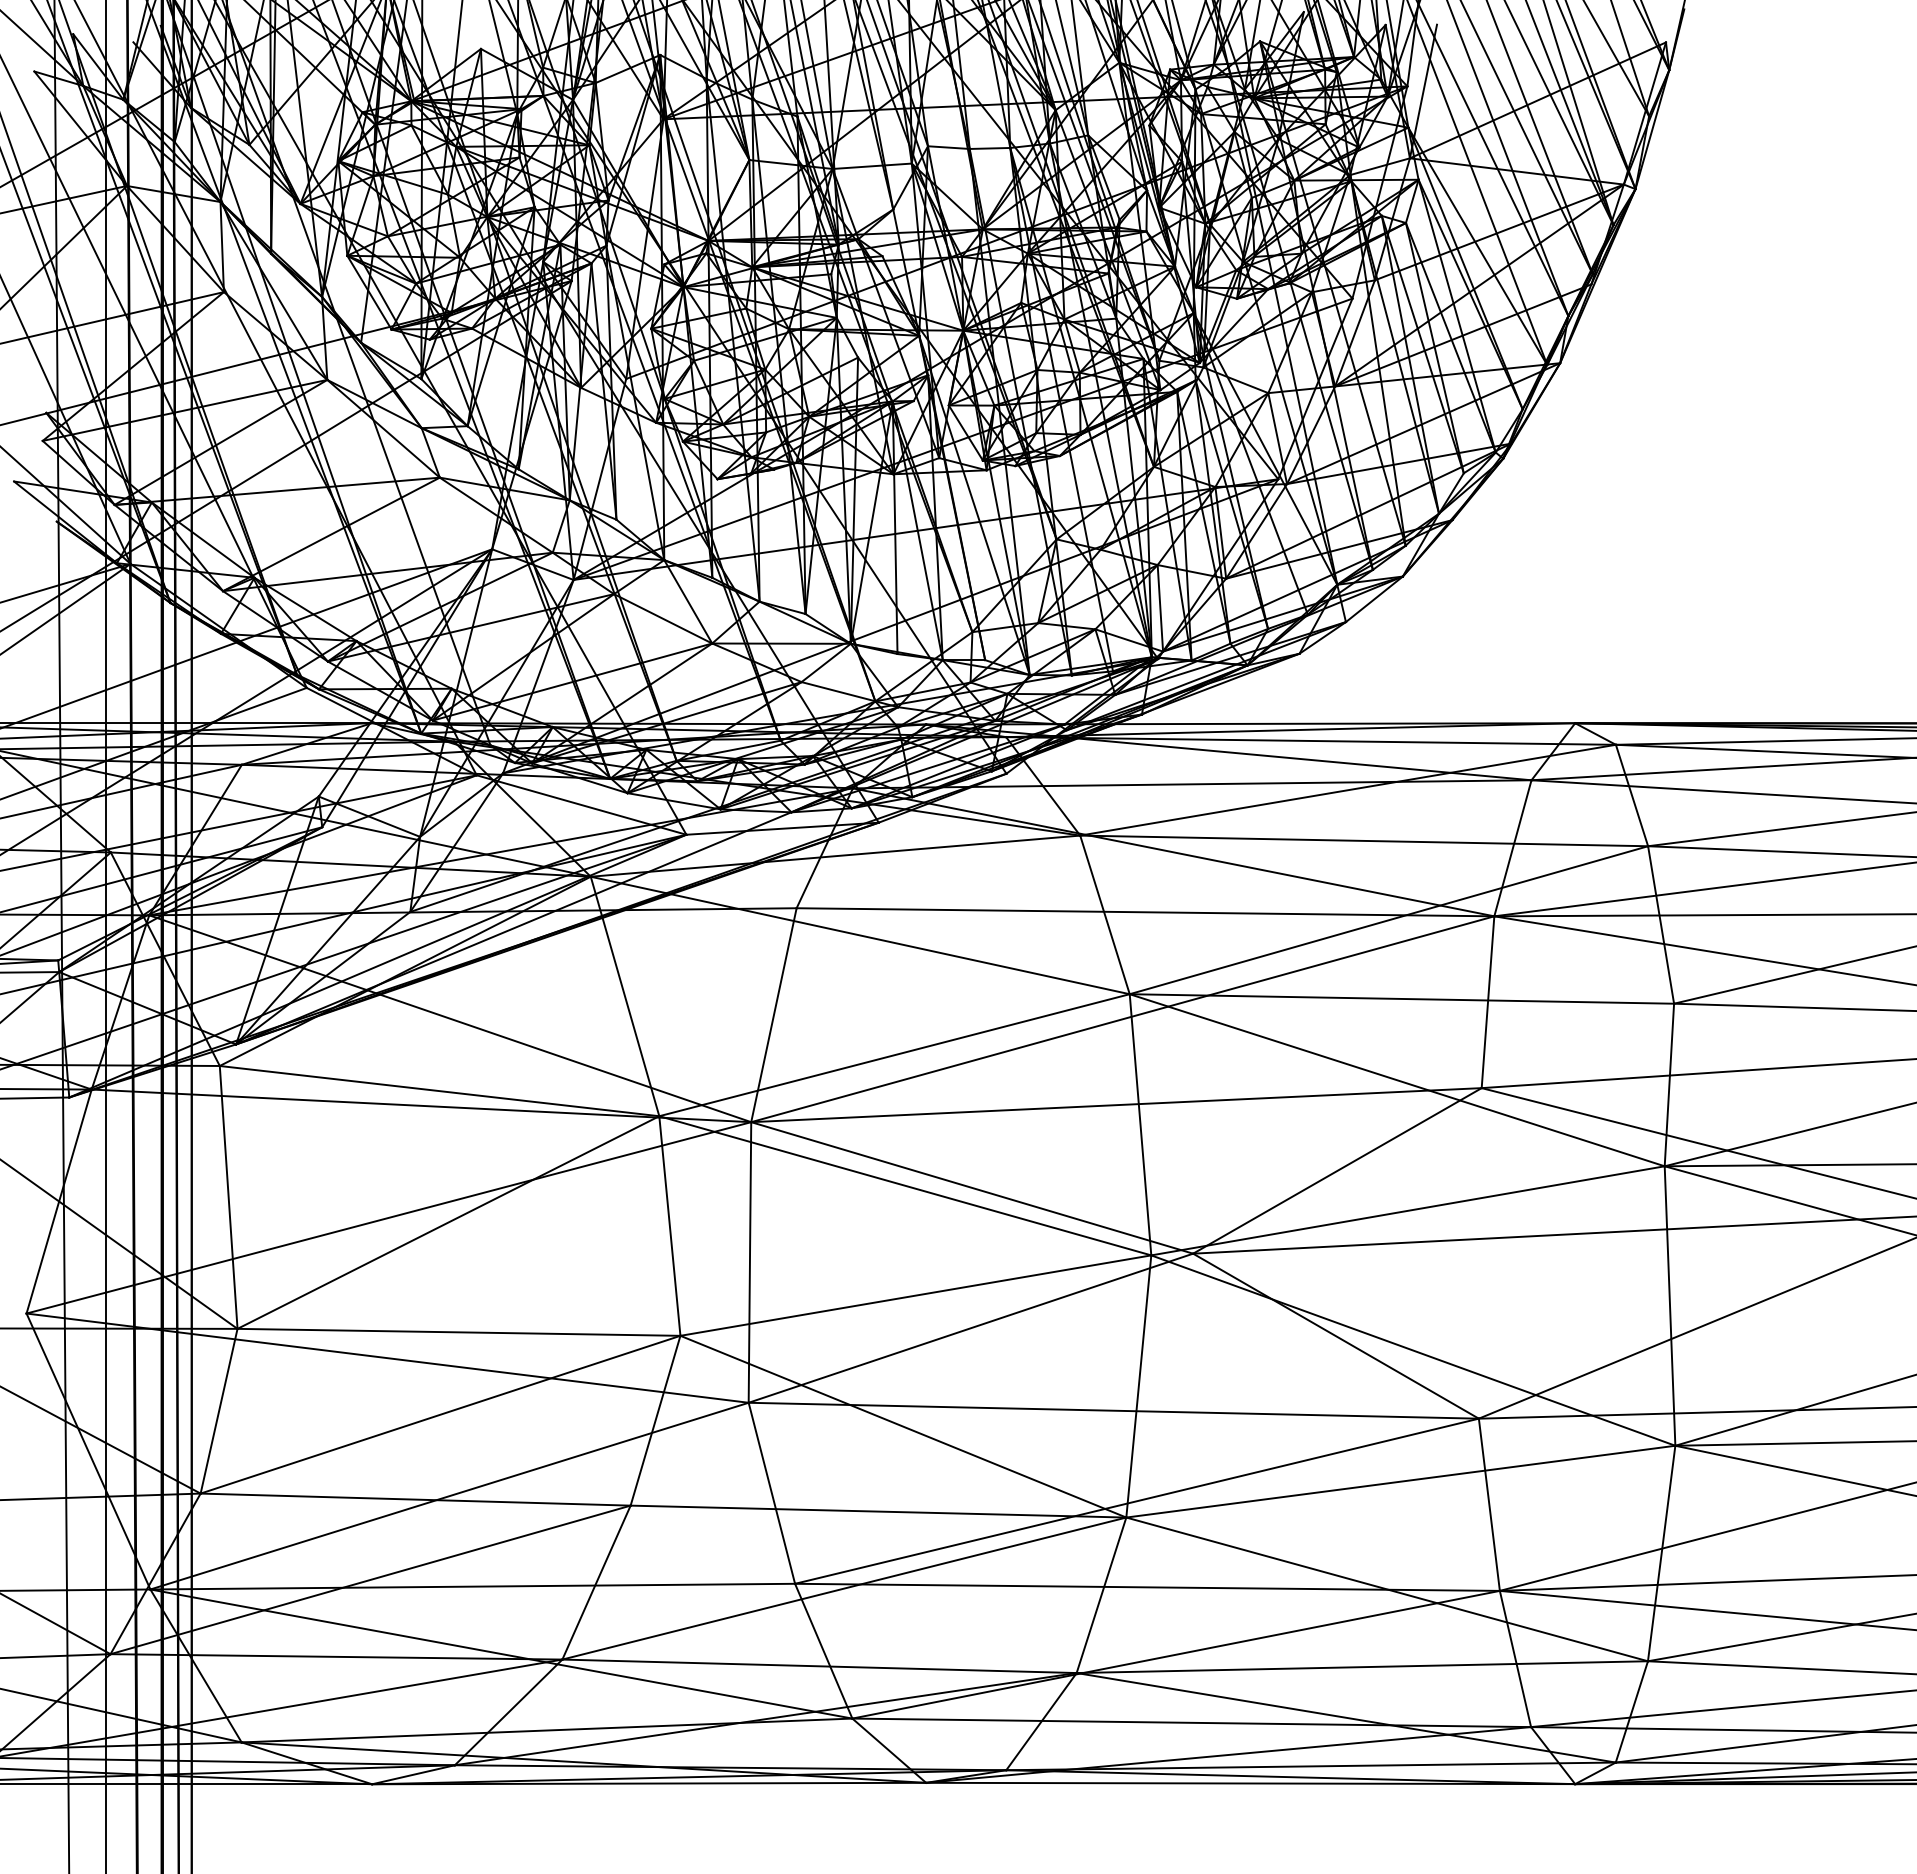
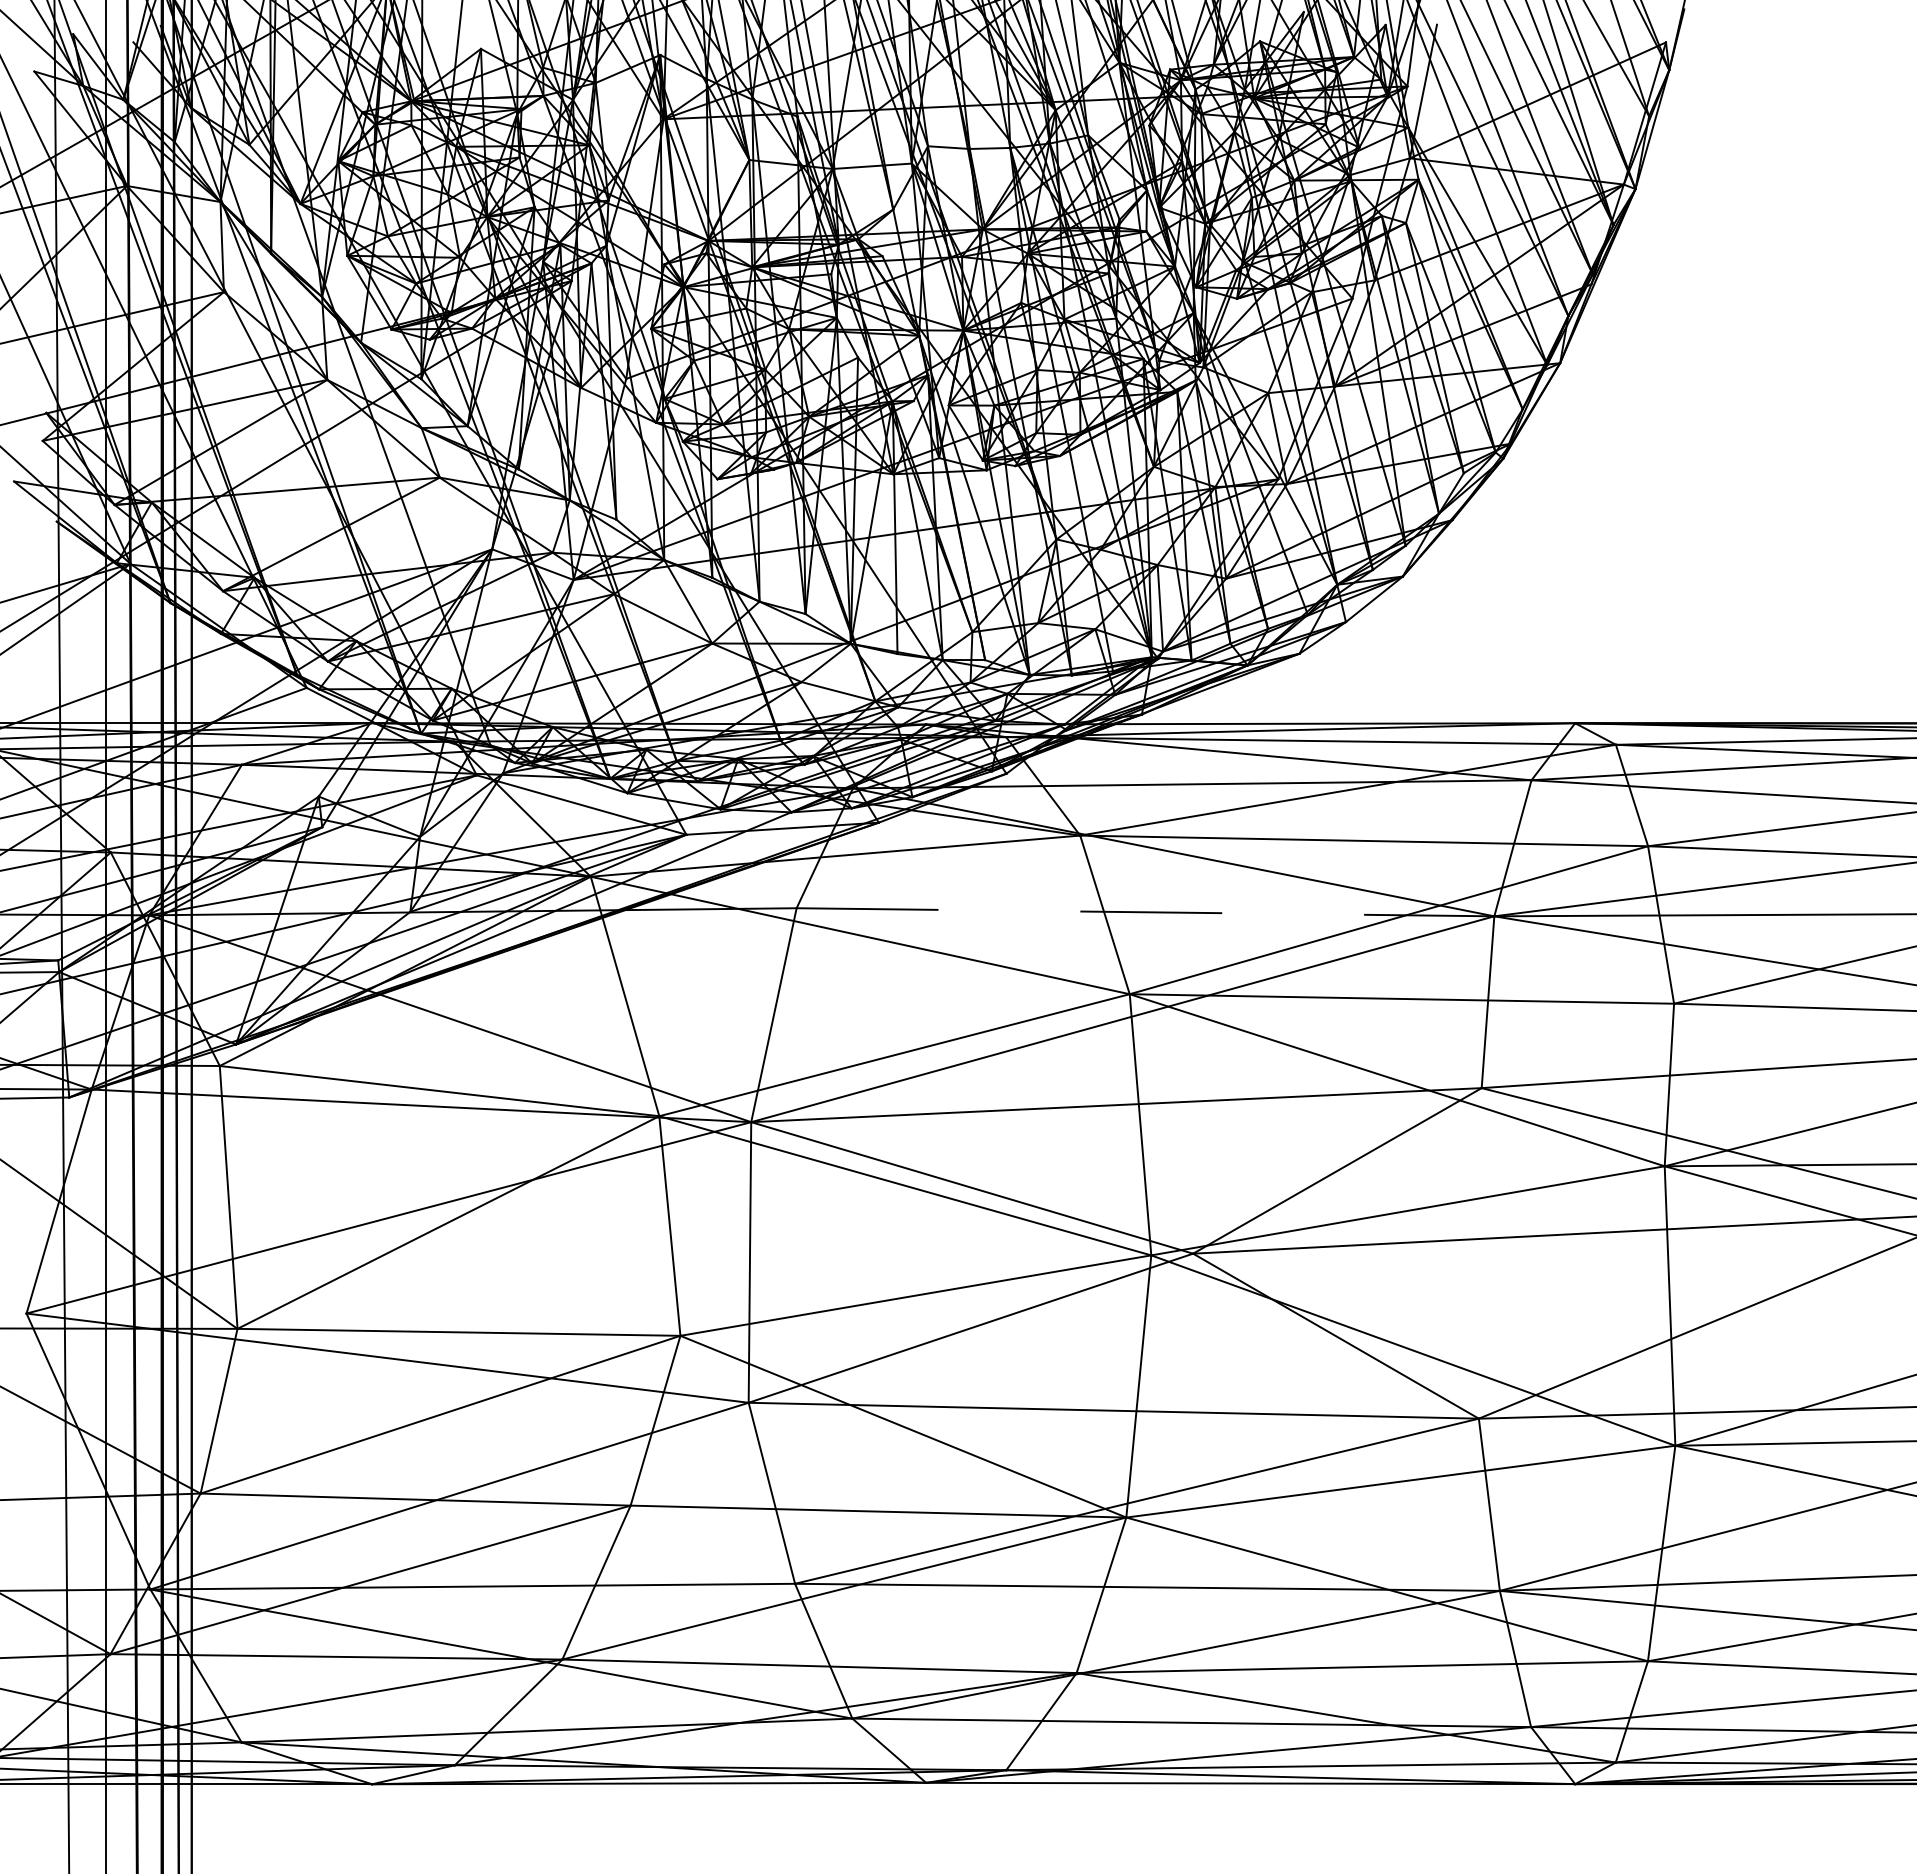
line at (1145, 912): solid -> dashed
